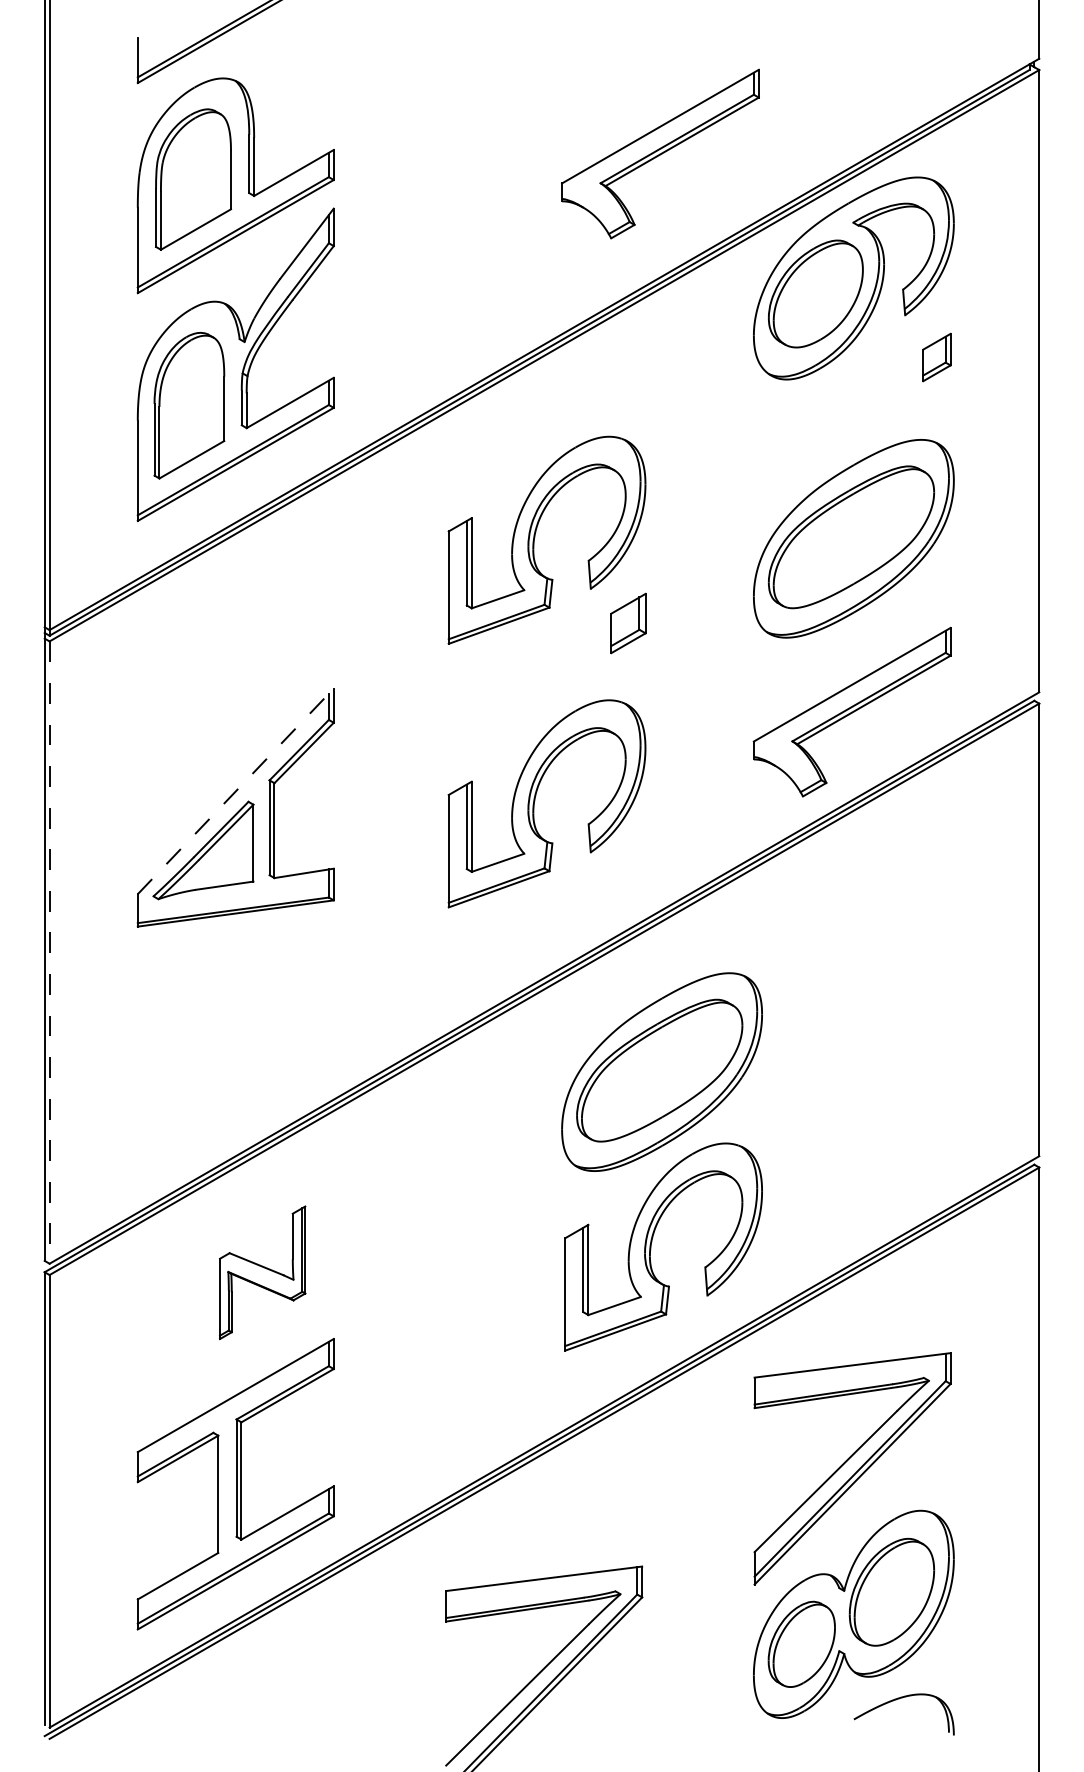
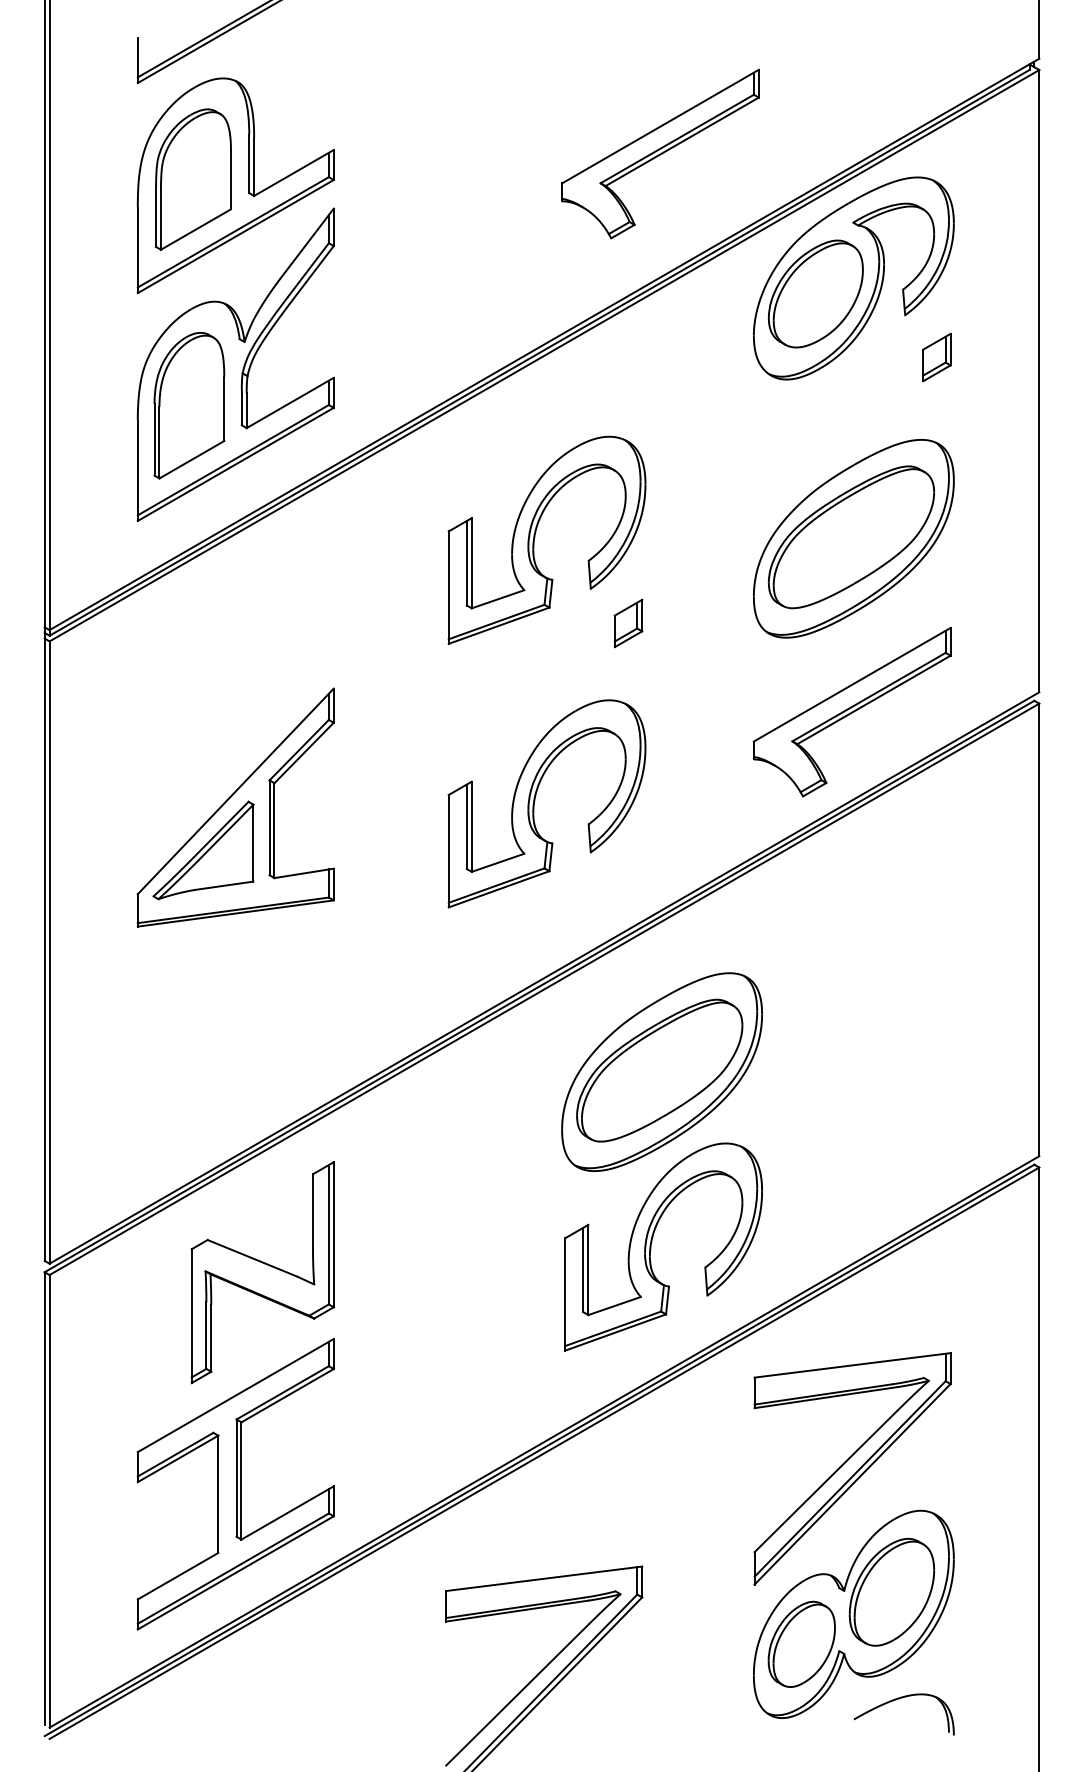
part at (628, 623) size: 37x63 px -> 31x51 px
line at (236, 791): dashed -> solid
line at (49, 953): dashed -> solid
part at (262, 1272) size: 88x136 px -> 145x224 px
